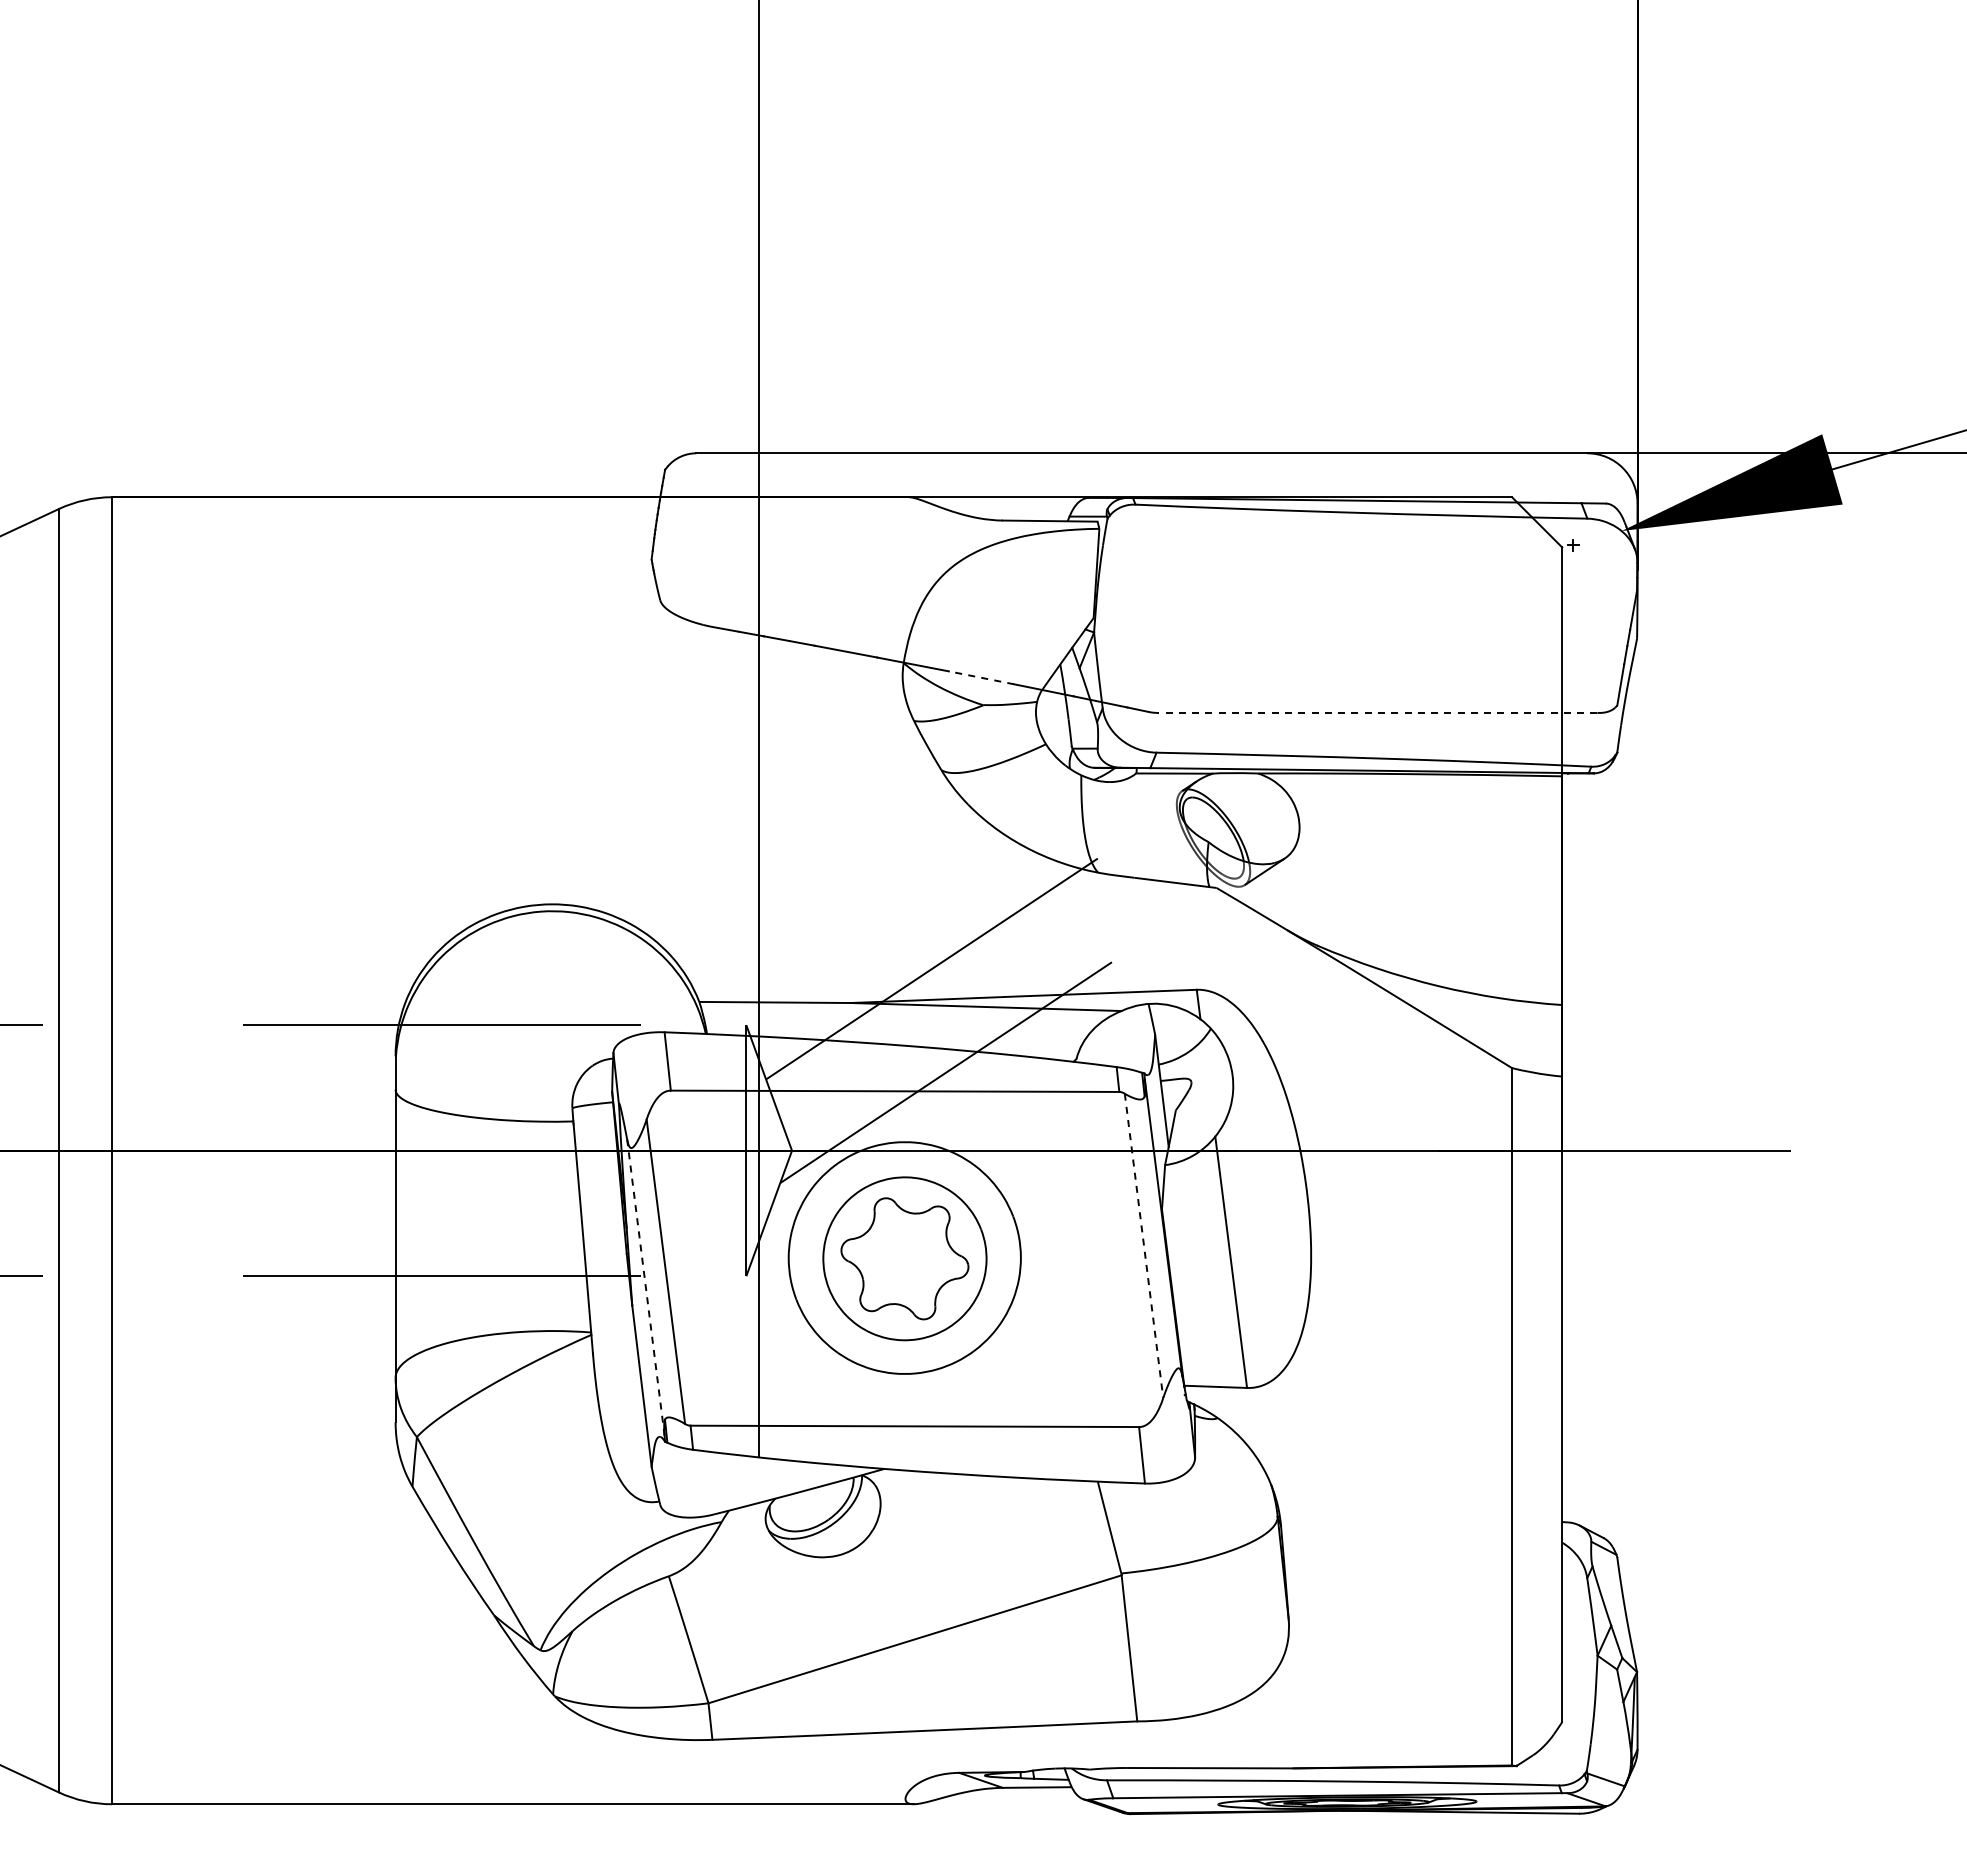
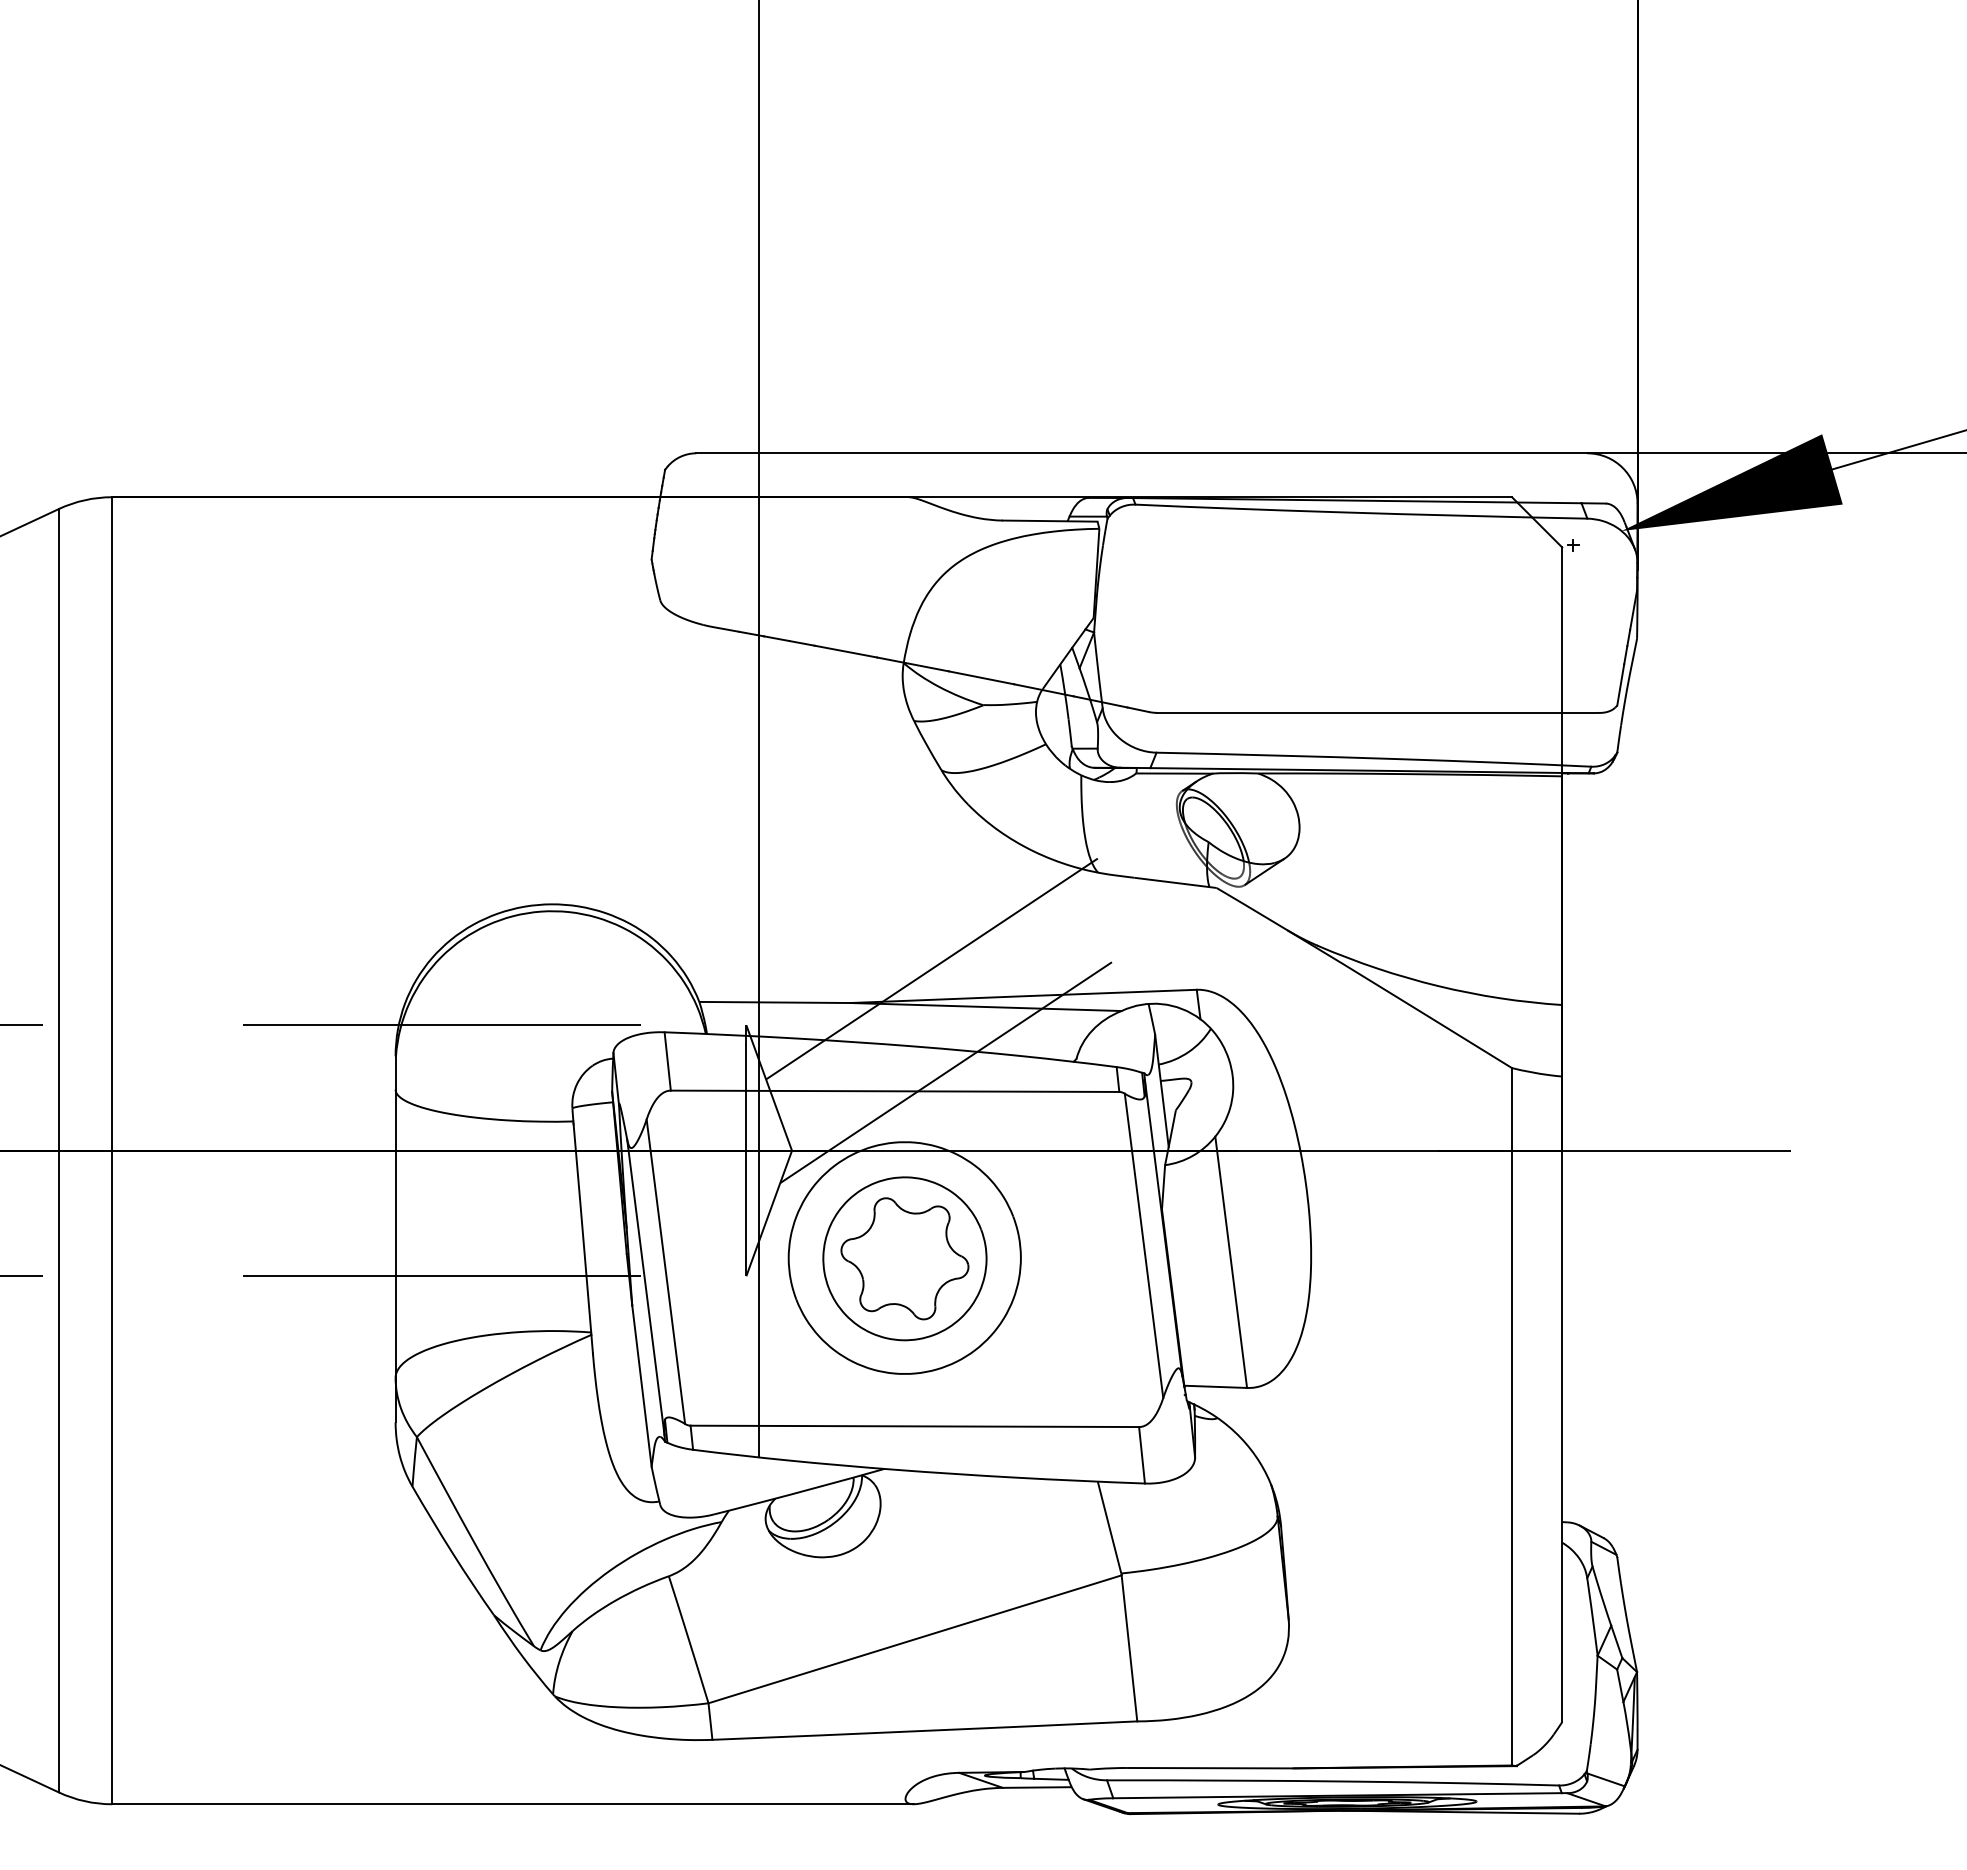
line at (981, 677): dashed -> solid
line at (1376, 712): dashed -> solid
line at (1144, 1246): dashed -> solid
line at (645, 1287): dashed -> solid
